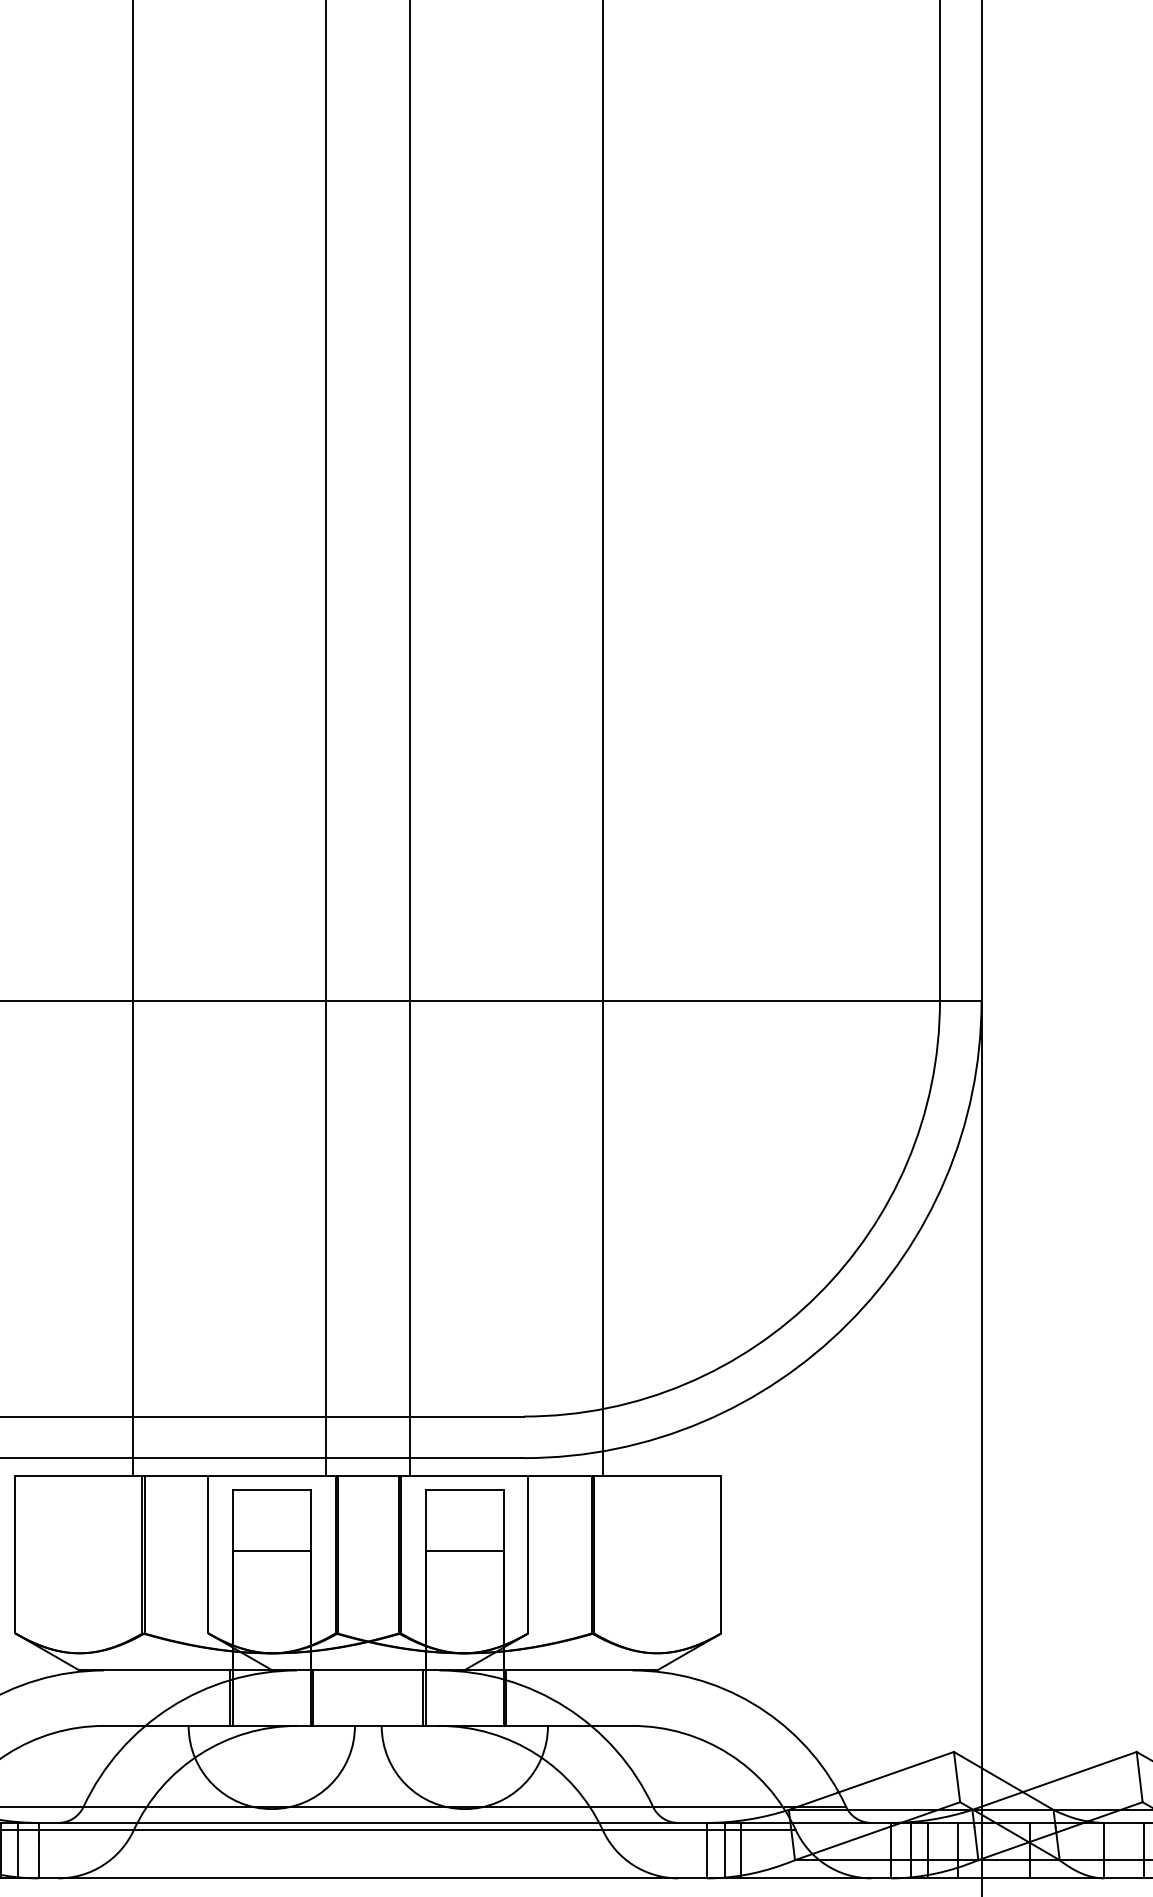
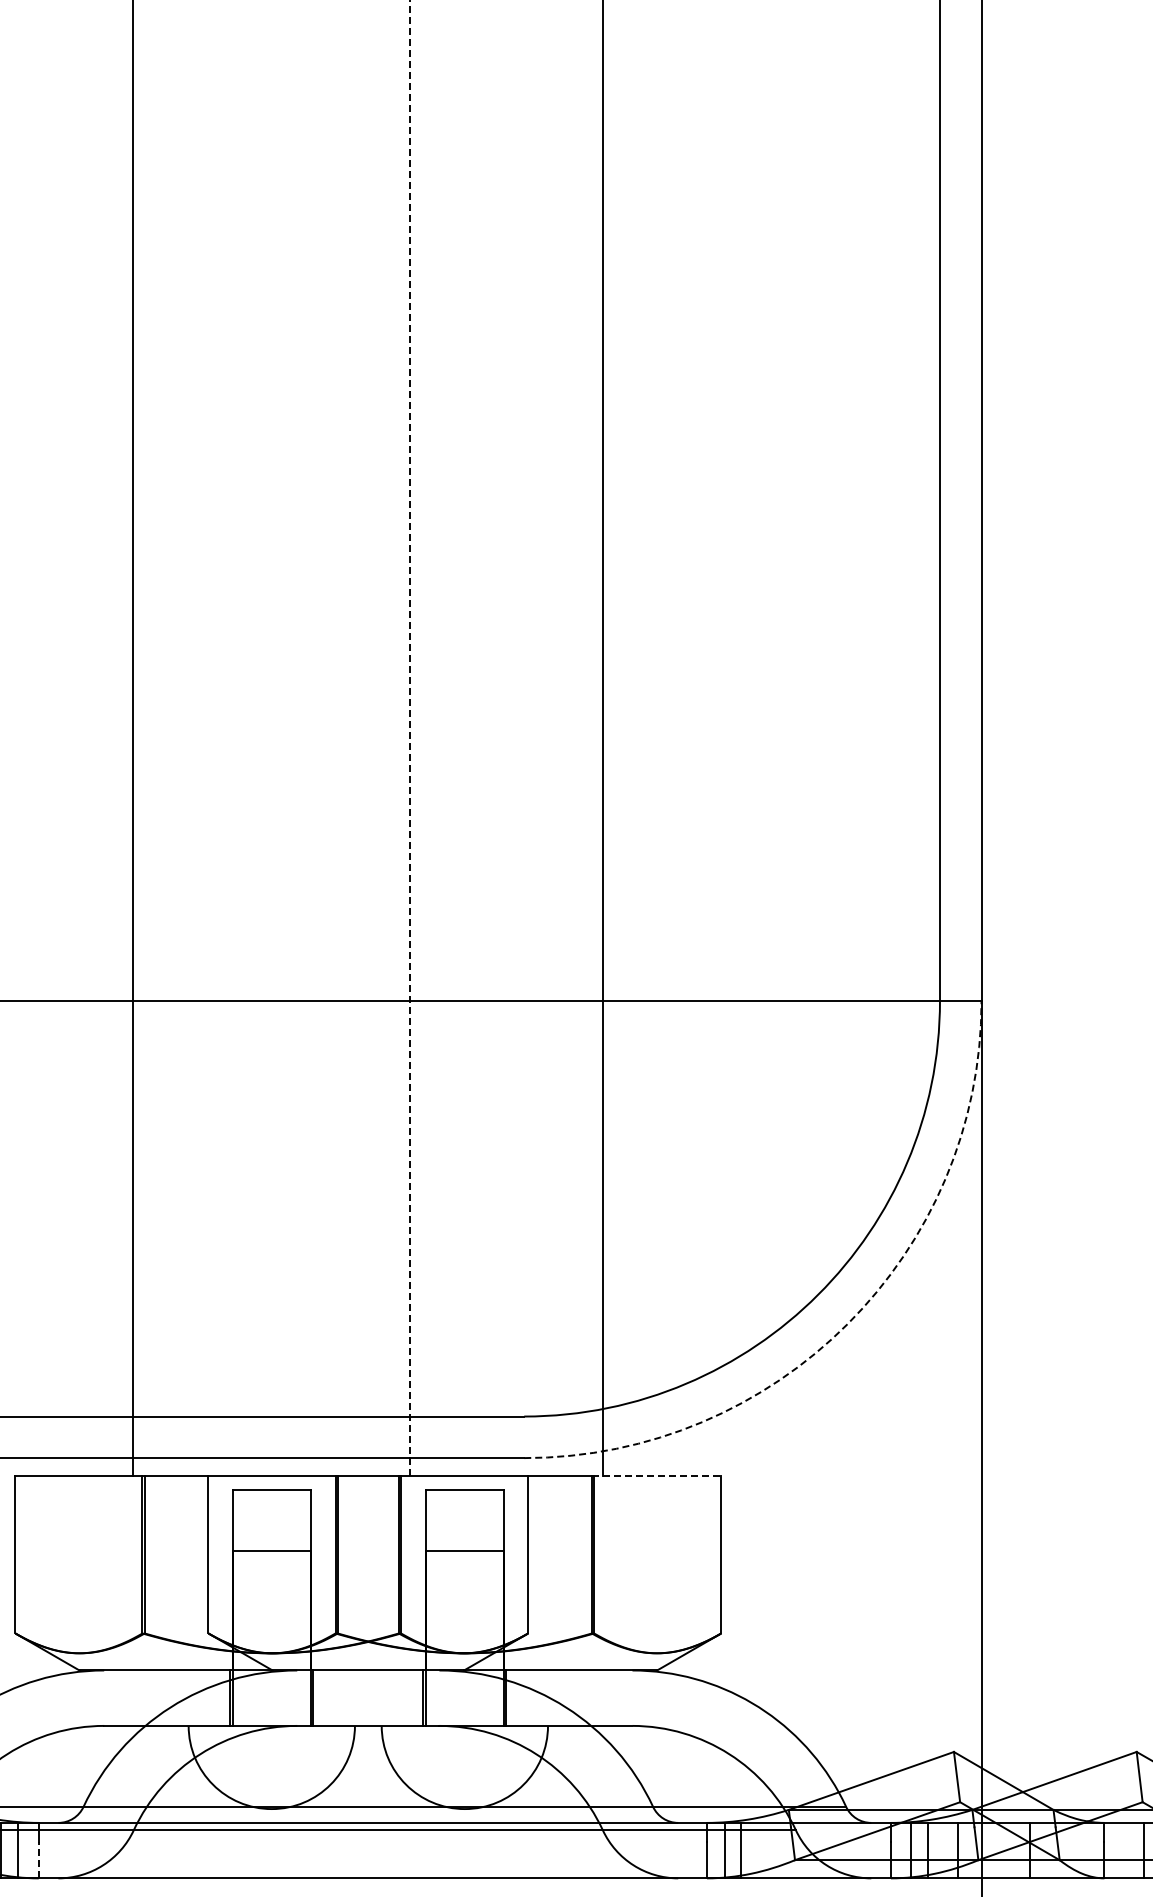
line at (410, 738): solid -> dashed
line at (326, 739): present -> none
arc at (847, 1324): solid -> dashed
line at (656, 1476): solid -> dashed
line at (38, 1859): solid -> dashed
